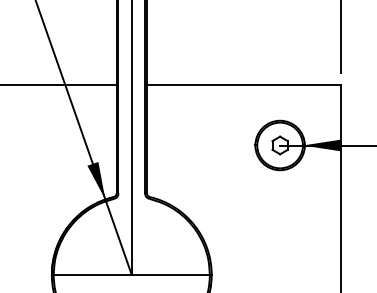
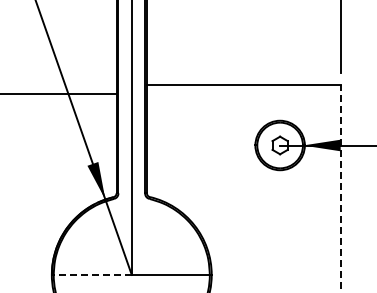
line at (59, 84) position: (59, 84) -> (59, 93)
line at (341, 188): solid -> dashed
line at (92, 274): solid -> dashed
